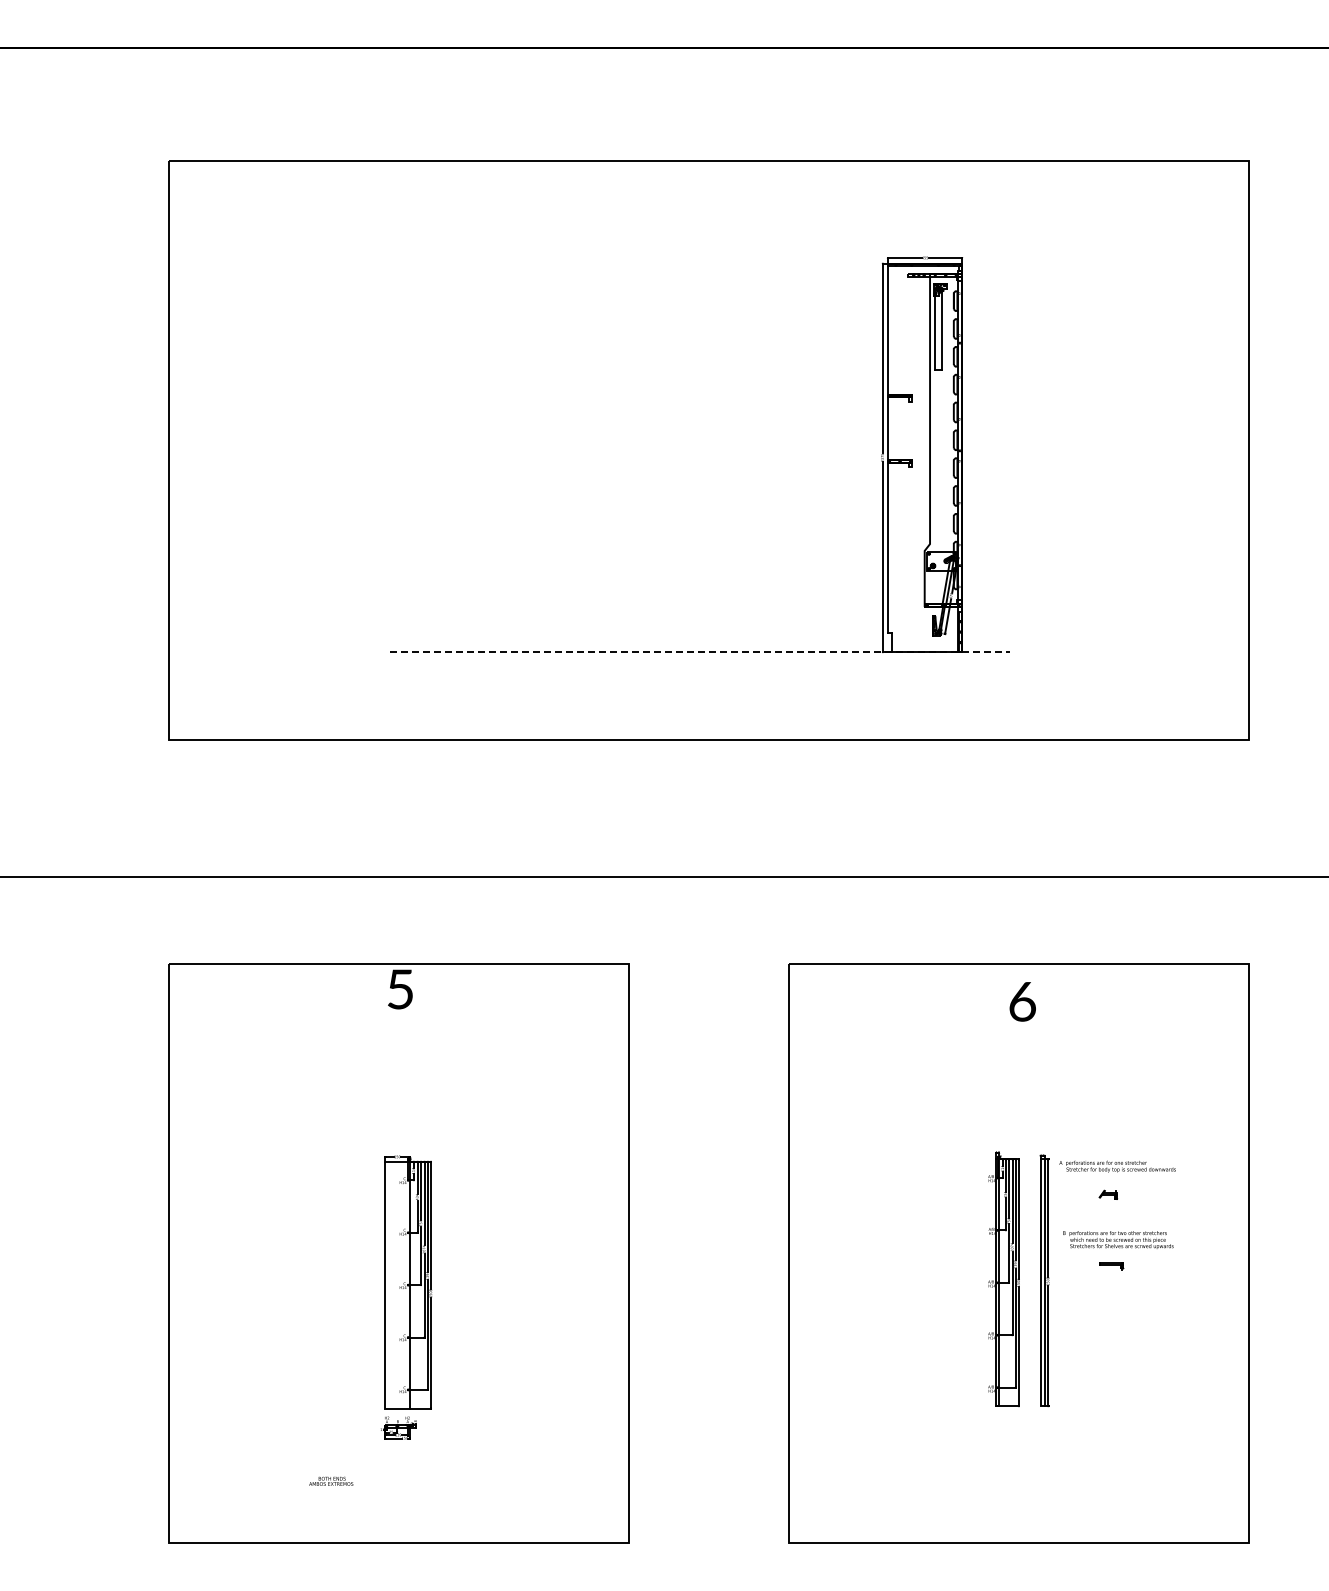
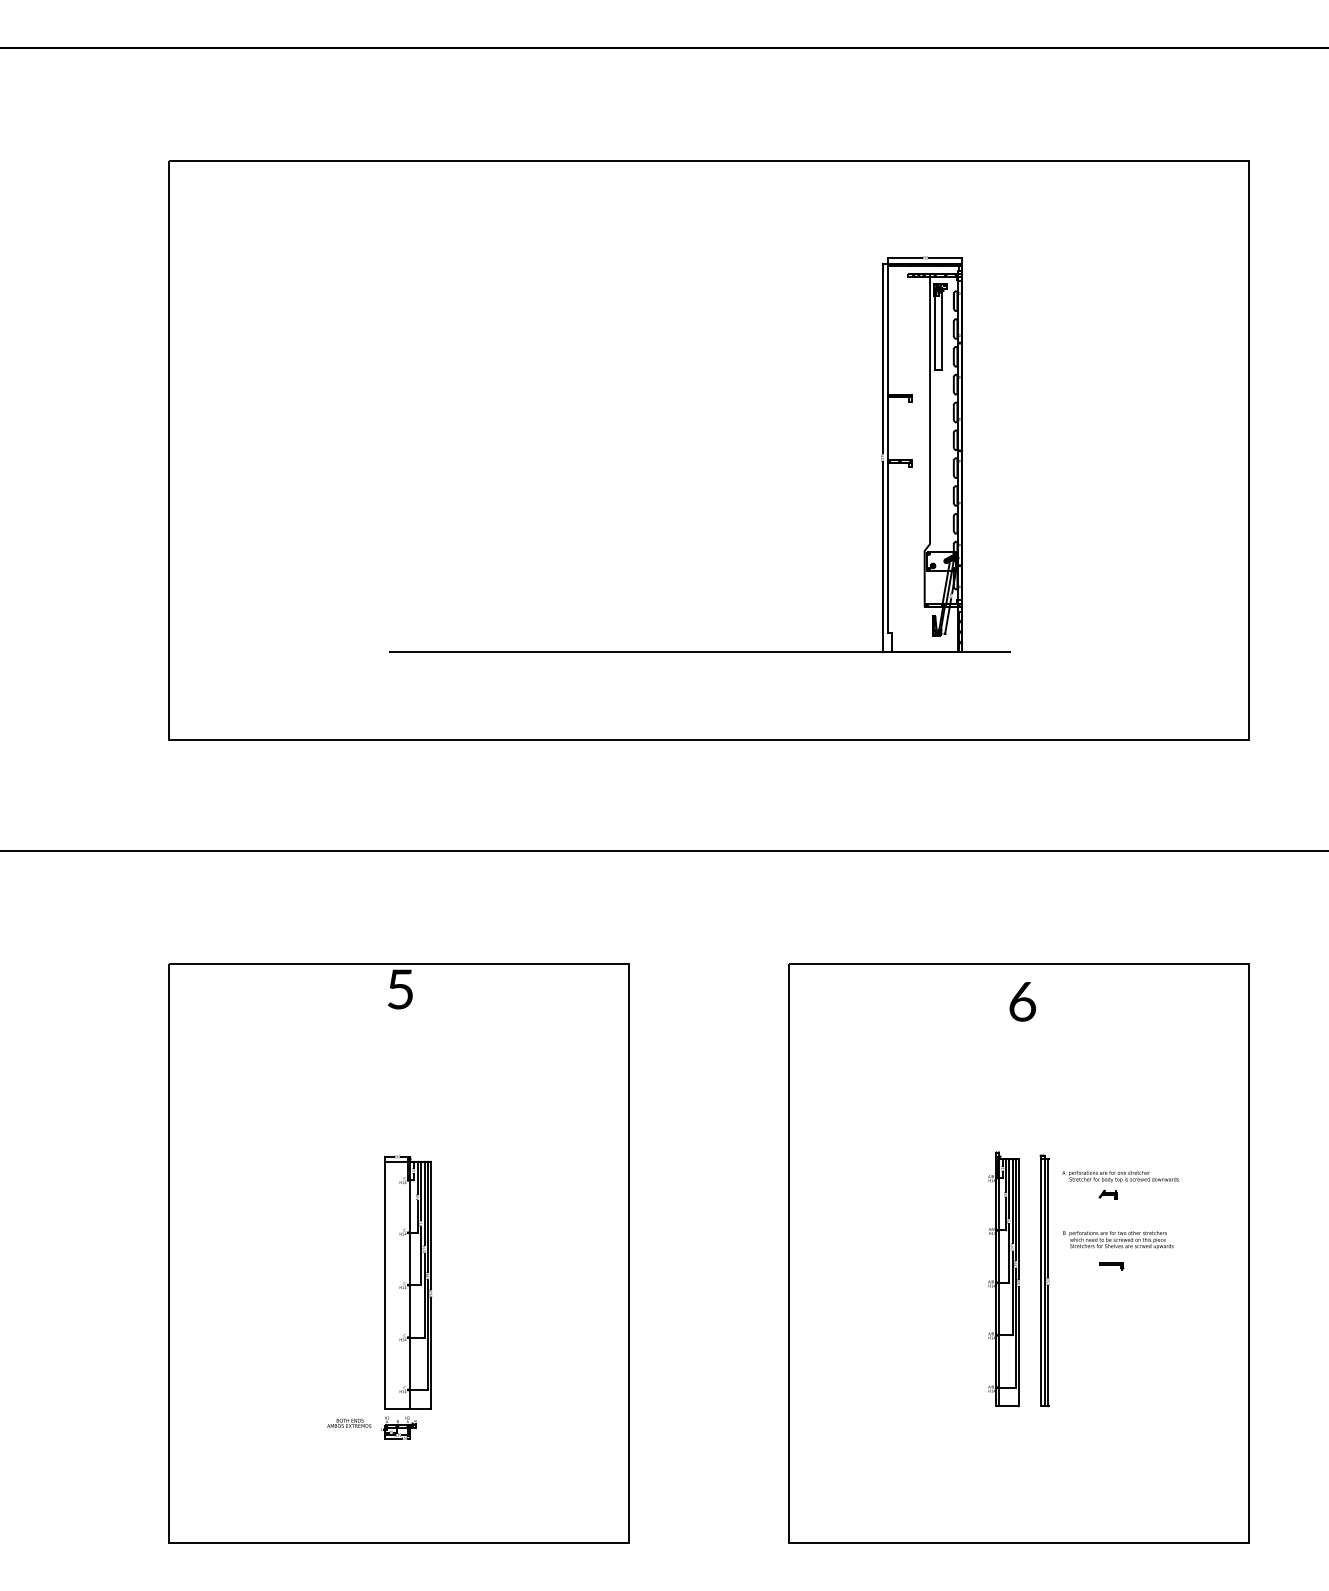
line at (700, 652): dashed -> solid
line at (663, 876) position: (663, 876) -> (663, 850)
text at (1117, 1166) position: (1117, 1166) -> (1120, 1176)
text at (331, 1480) position: (331, 1480) -> (349, 1422)
